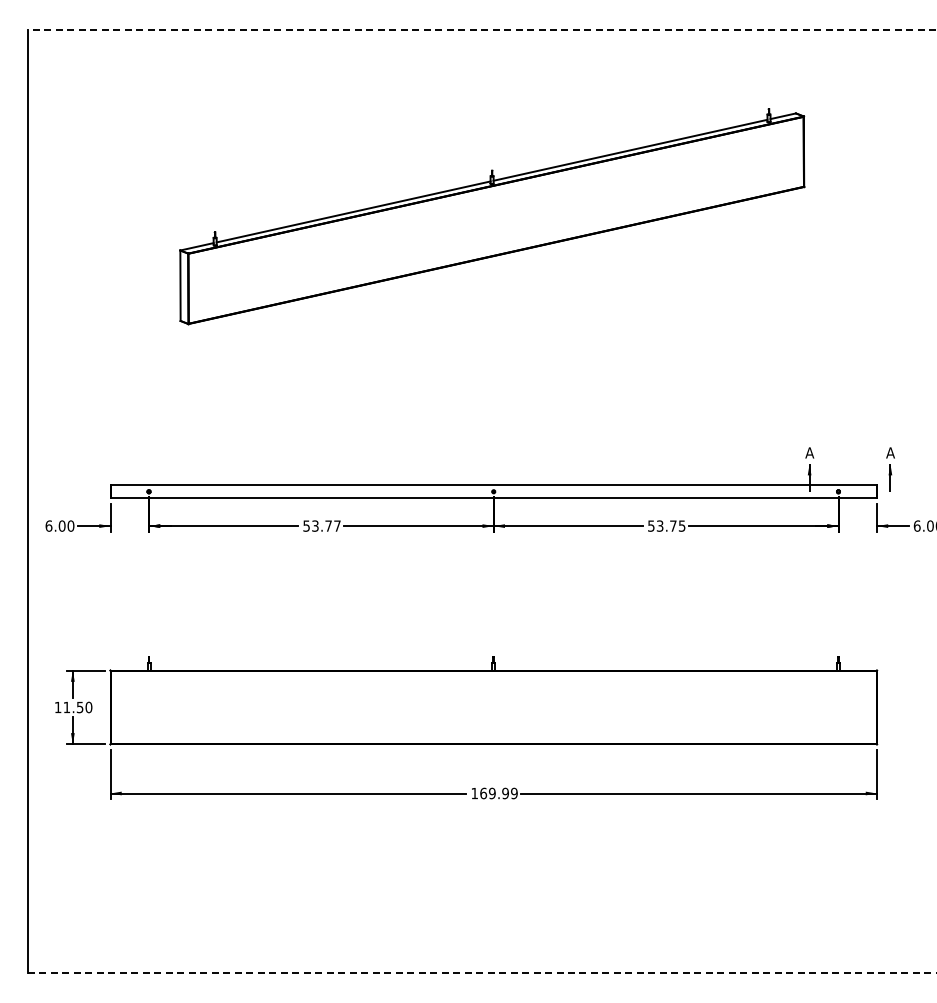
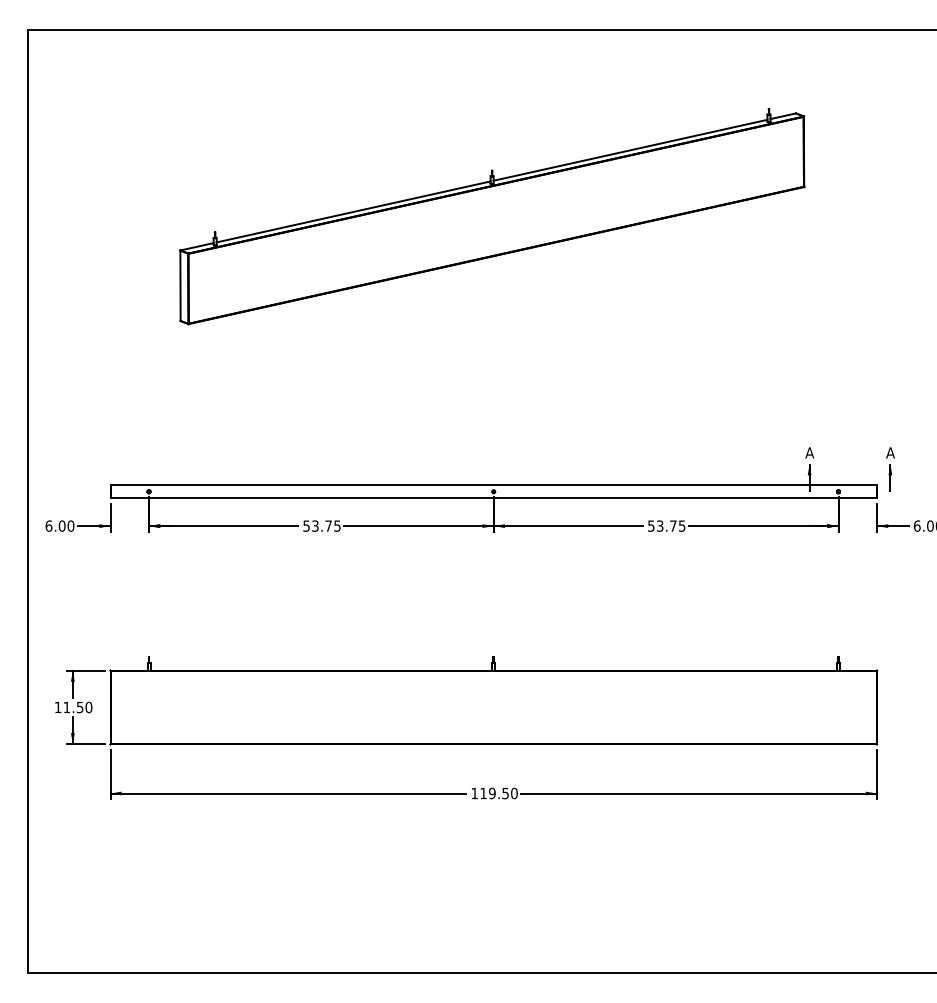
line at (481, 30): dashed -> solid
text at (337, 525): 53.77 -> 53.75
text at (498, 793): 169.99 -> 119.50
line at (482, 972): dashed -> solid
